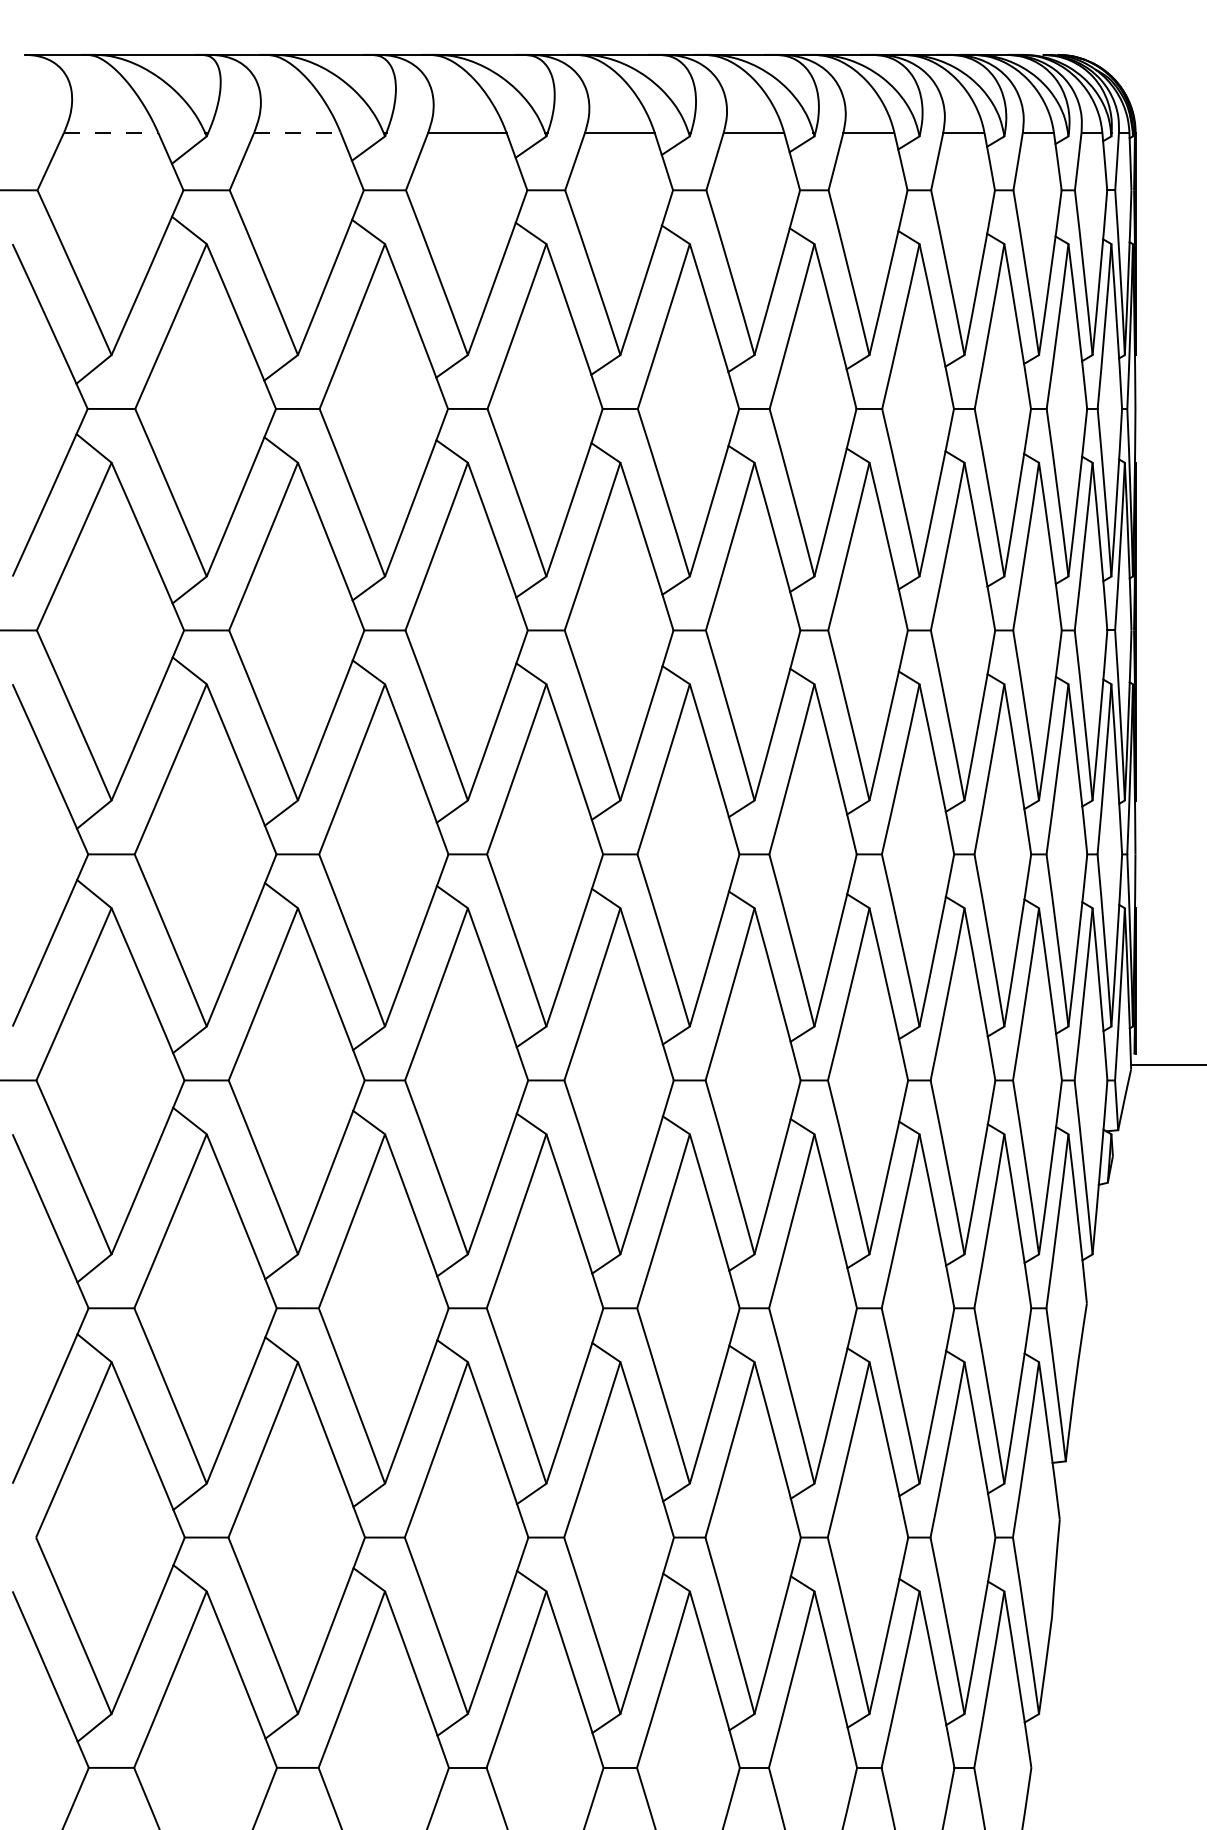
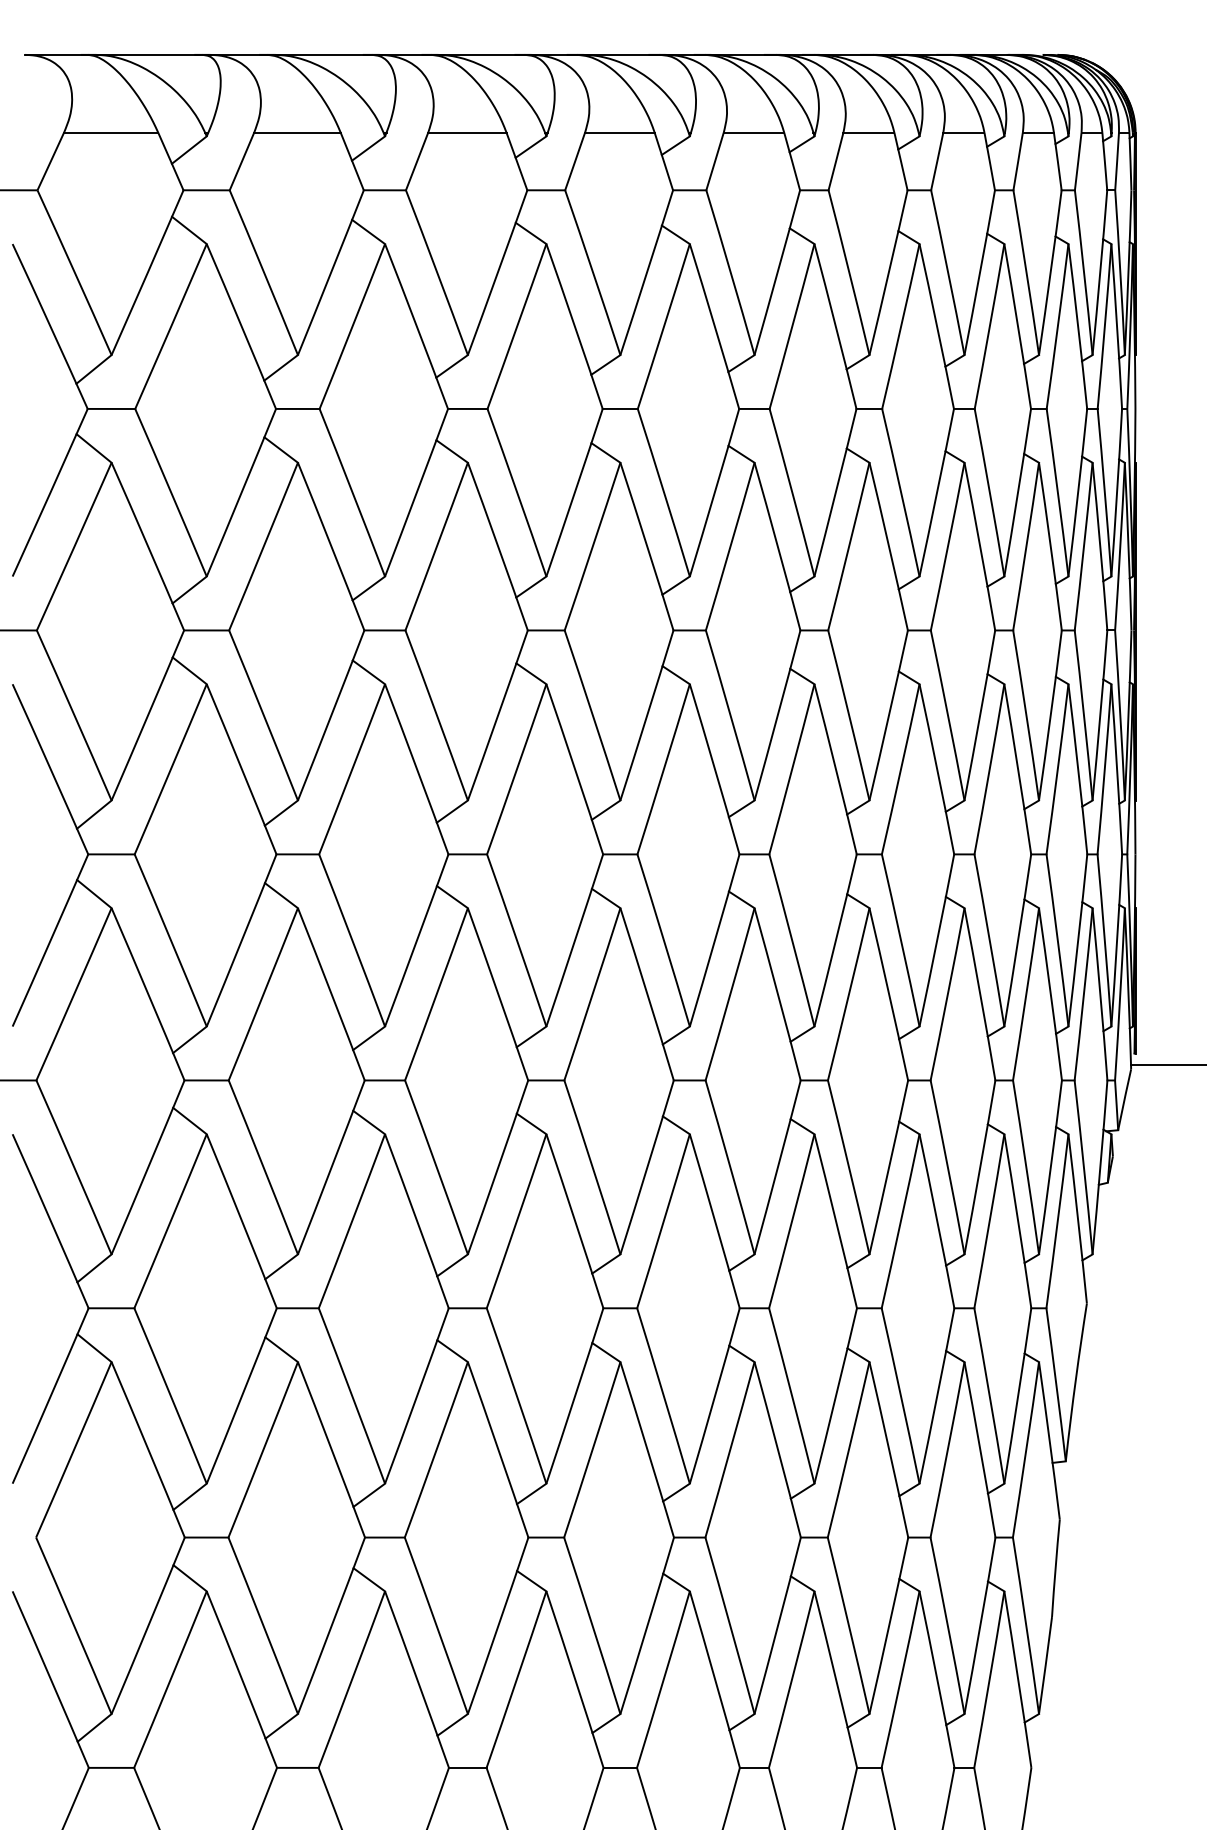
line at (111, 132): dashed -> solid
line at (297, 132): dashed -> solid
